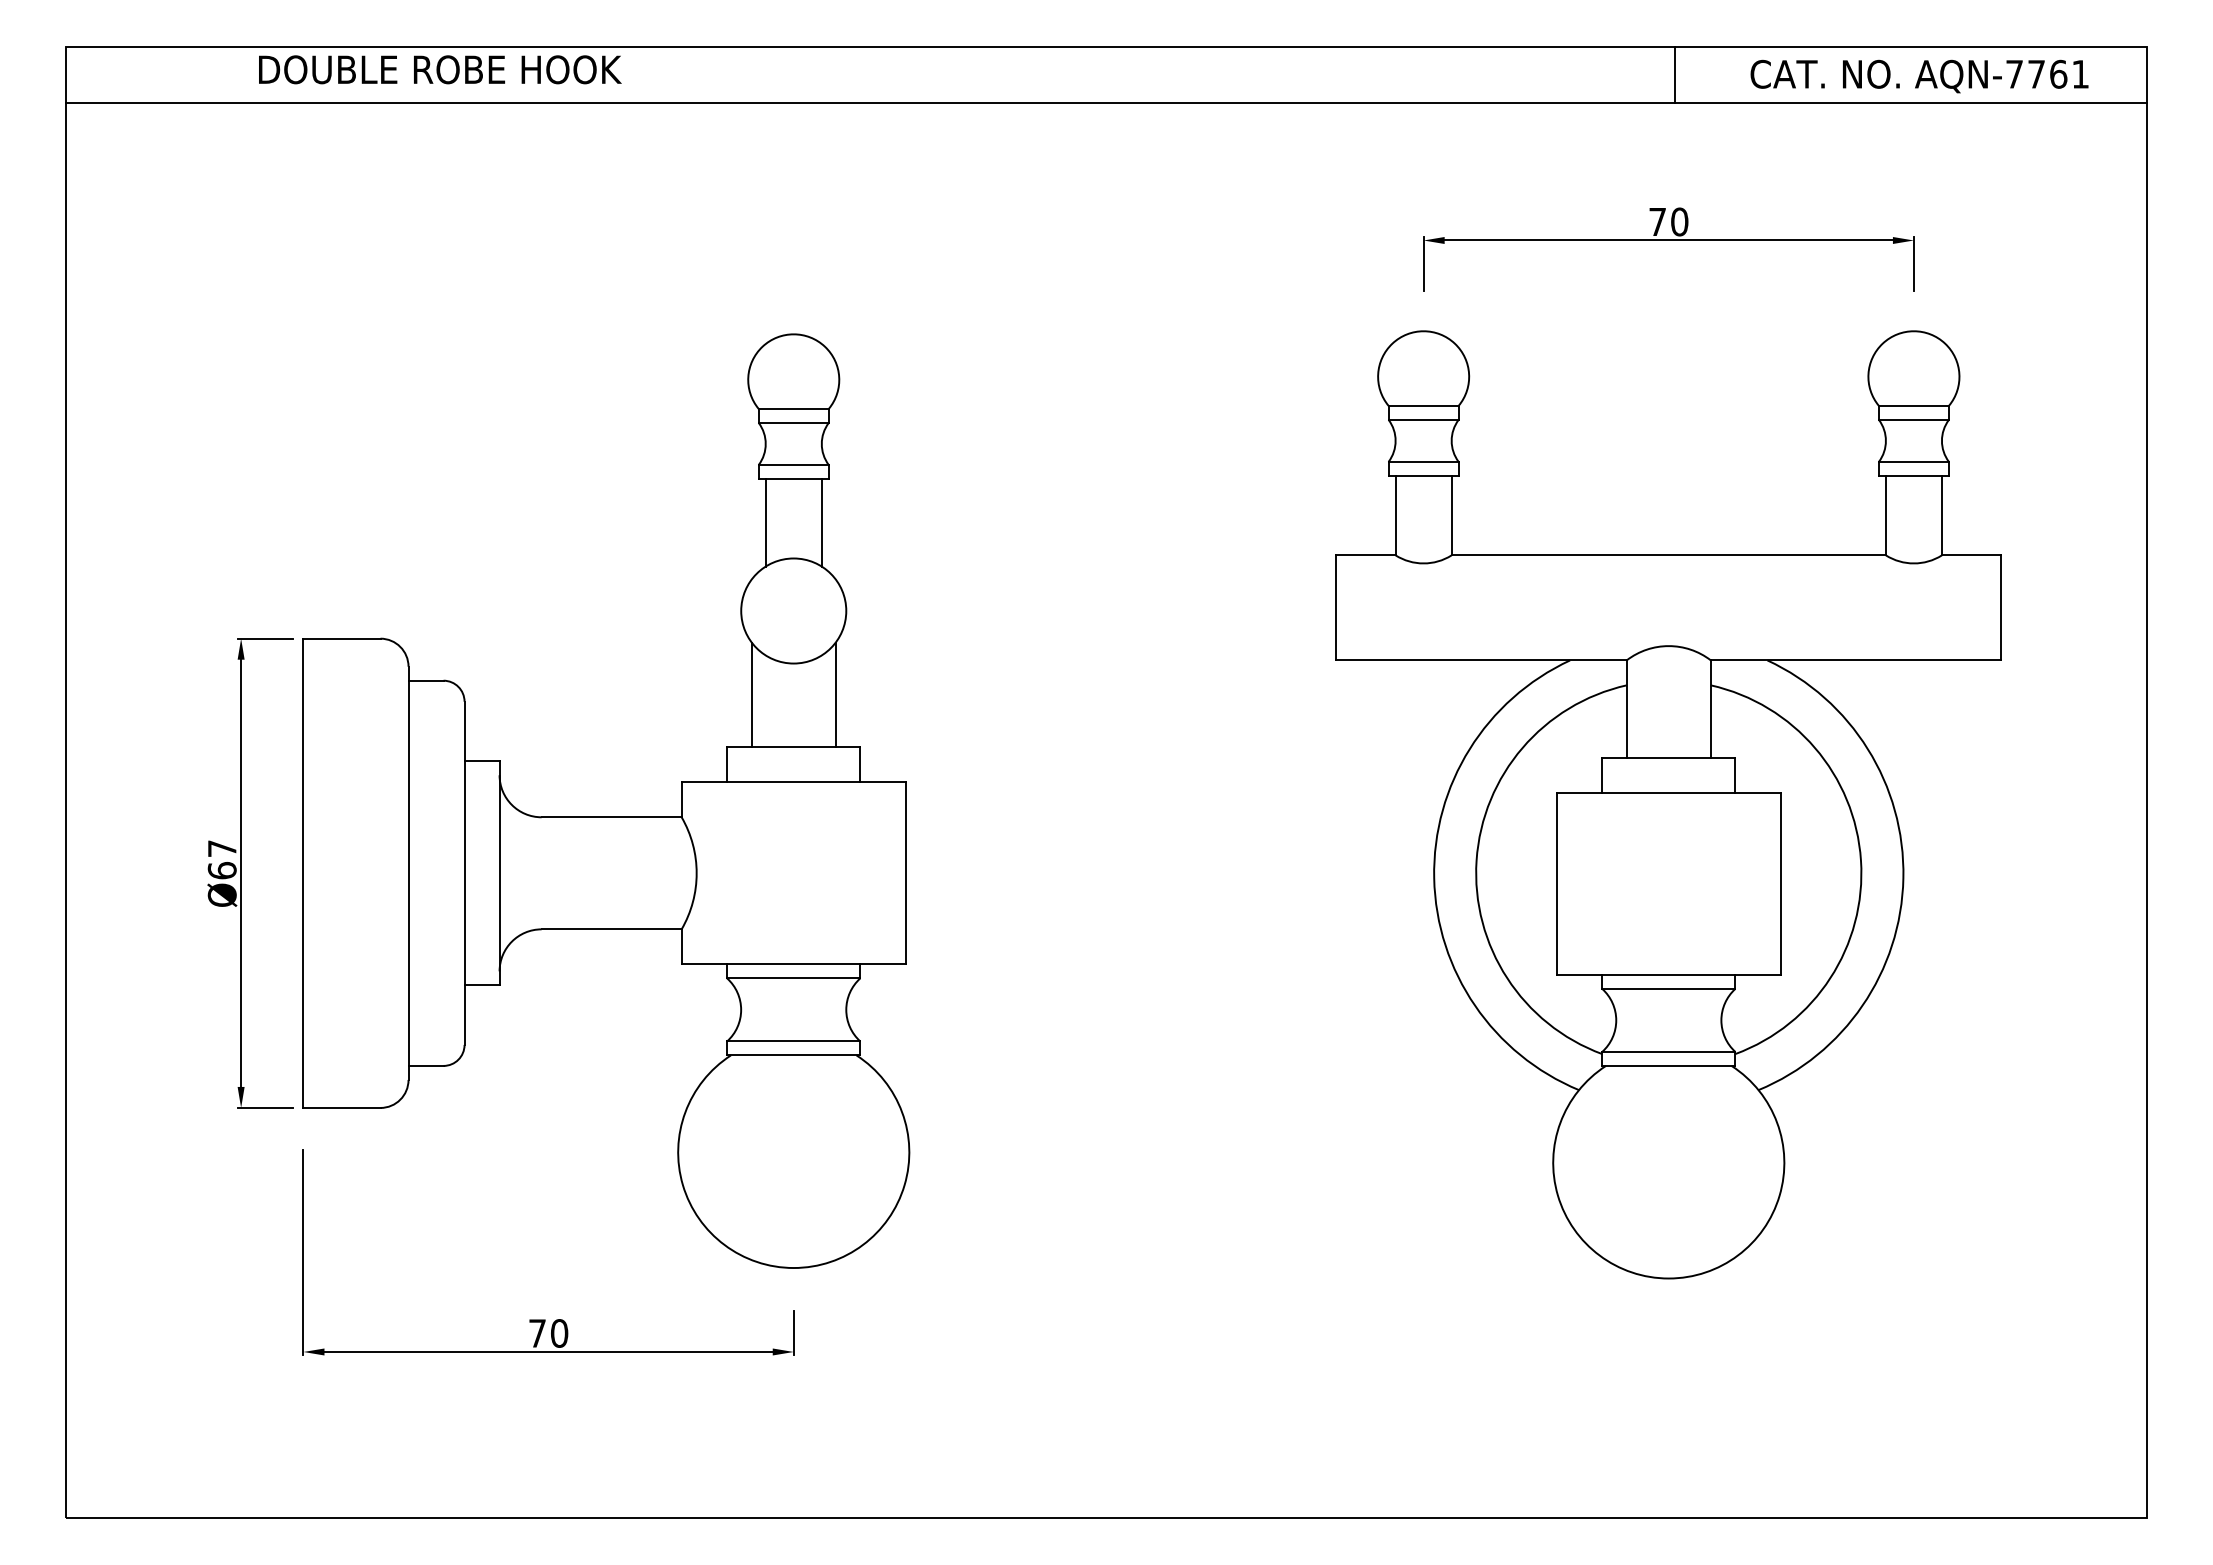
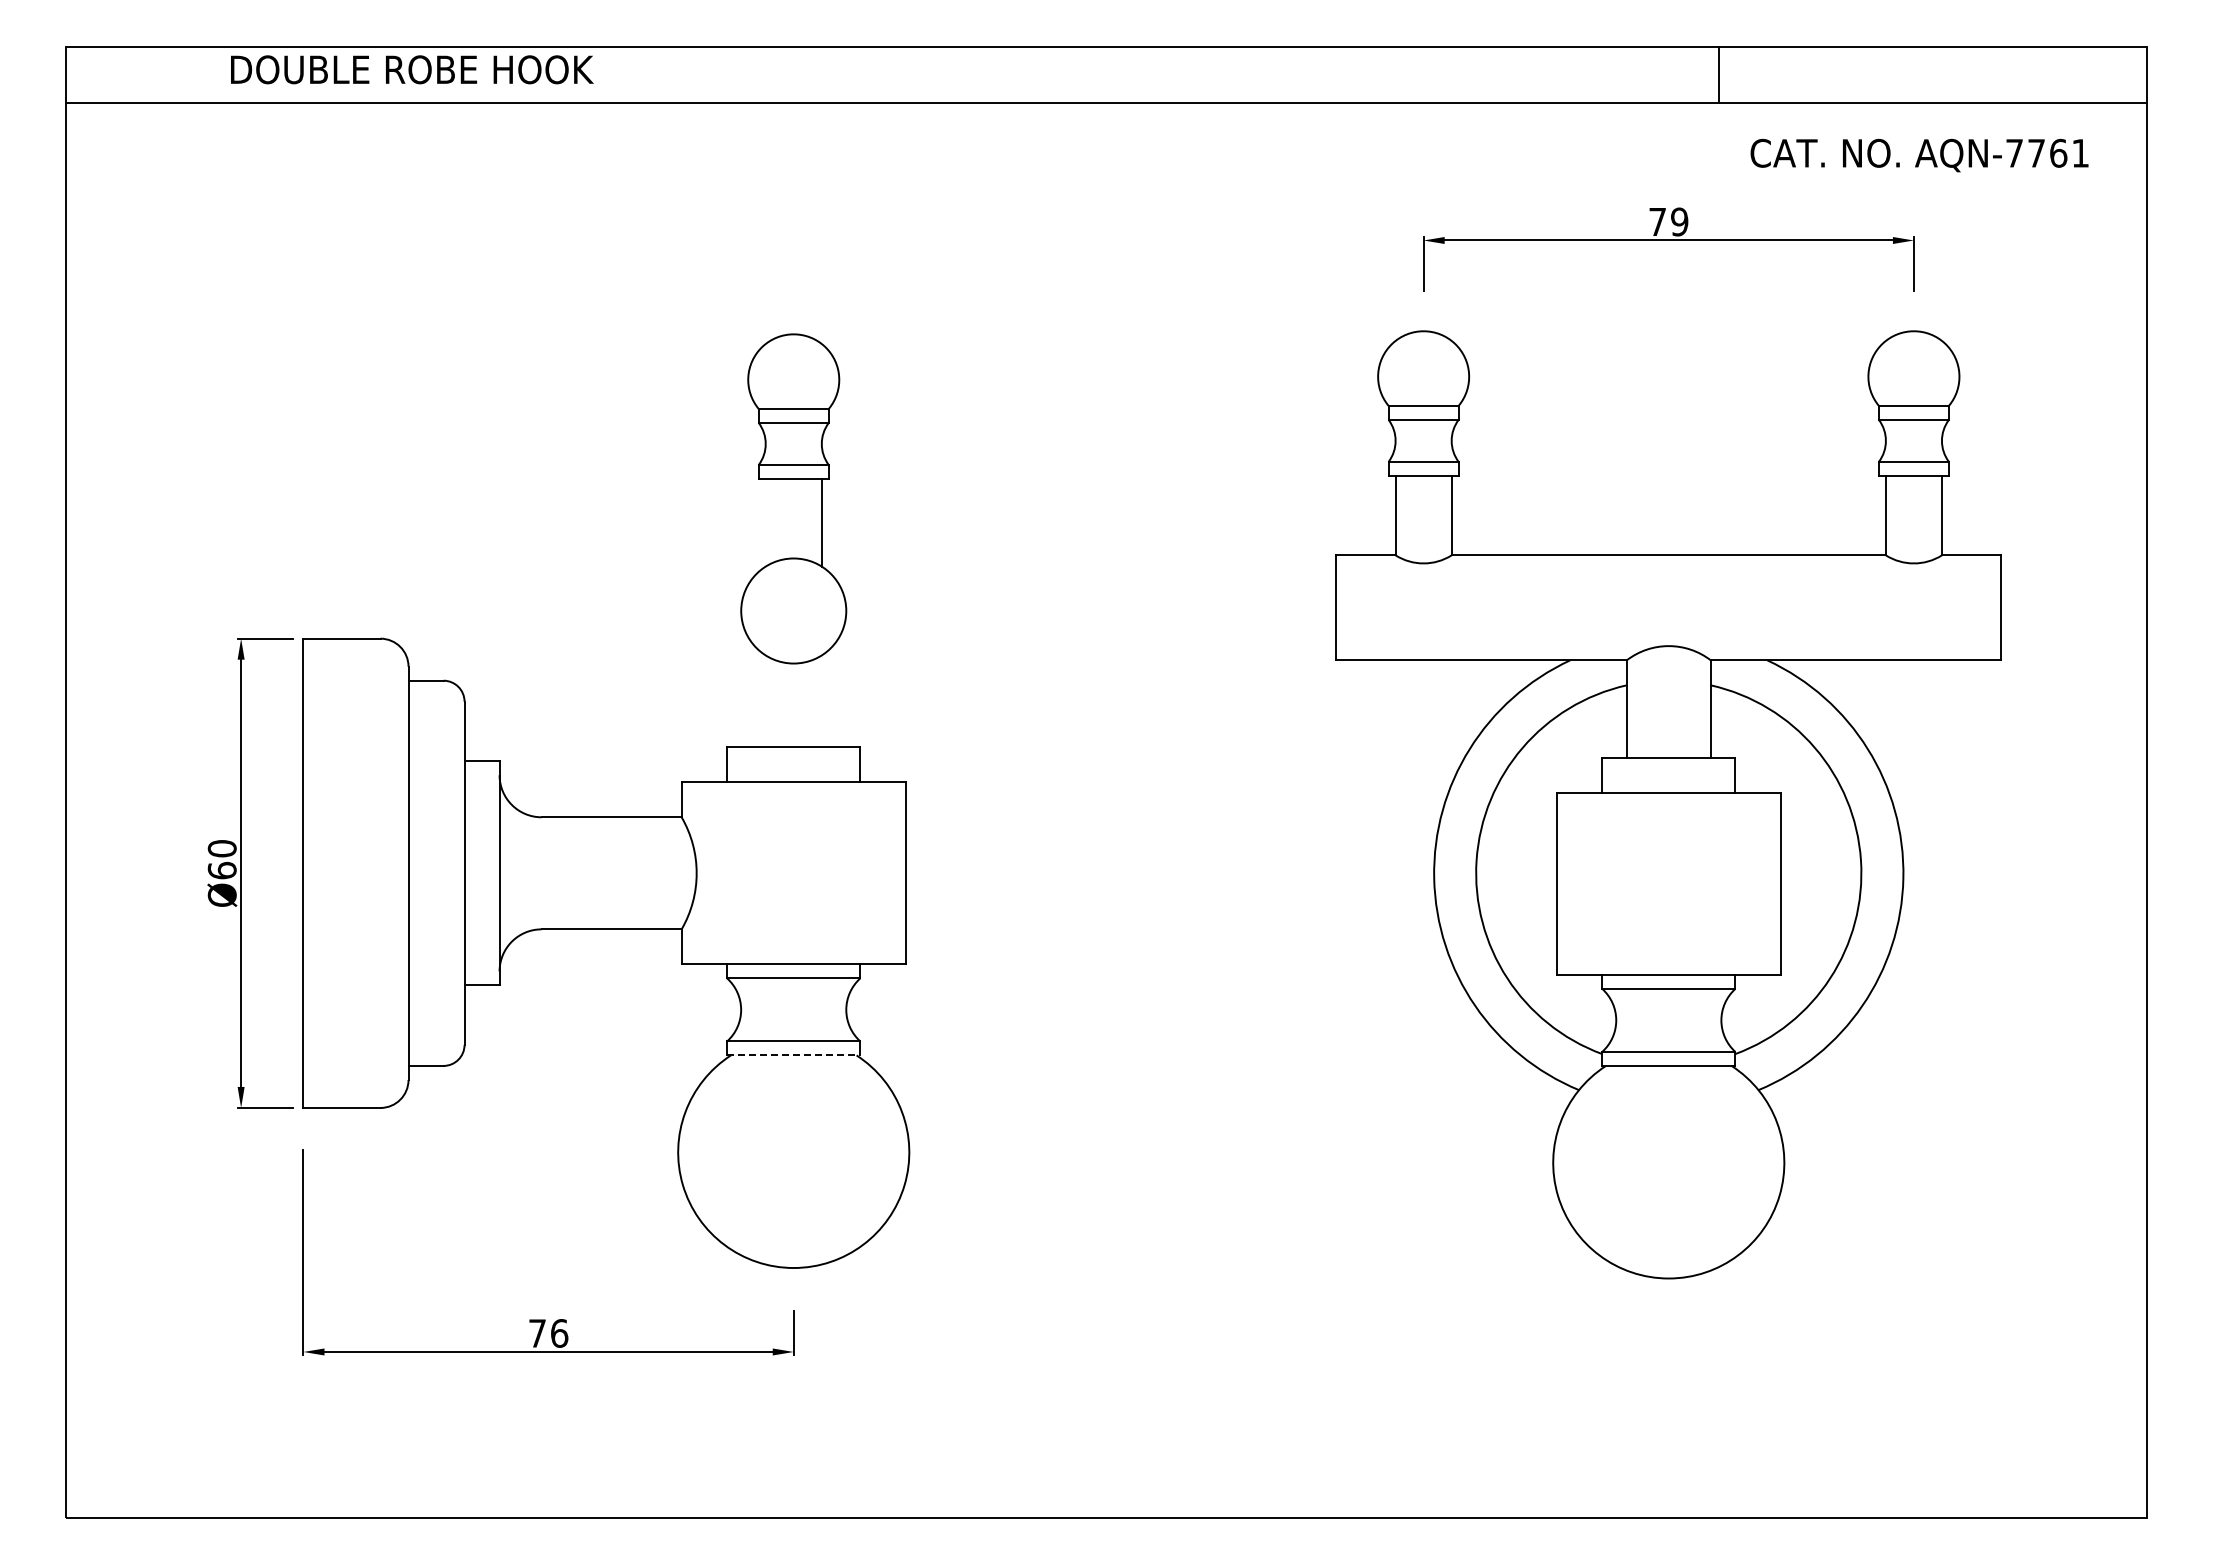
text at (440, 69) position: (440, 69) -> (412, 69)
line at (1674, 75) position: (1674, 75) -> (1718, 75)
text at (1919, 76) position: (1919, 76) -> (1919, 155)
text at (1679, 221): 70 -> 79
line at (765, 522): present -> none
line at (751, 694): present -> none
line at (835, 694): present -> none
text at (221, 848): Ø67 -> Ø60
line at (793, 1055): solid -> dashed
text at (559, 1333): 70 -> 76
